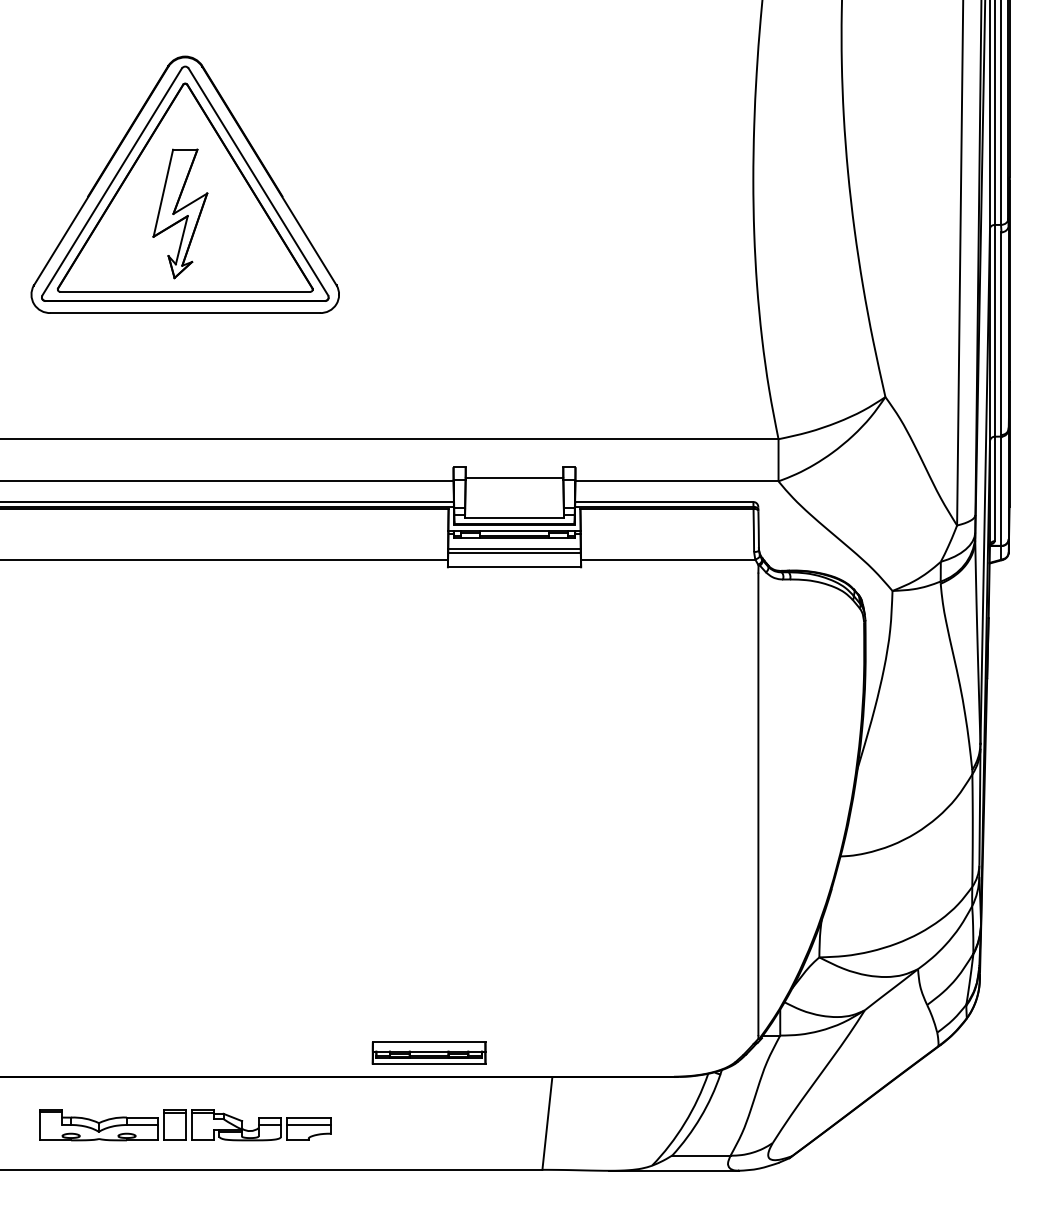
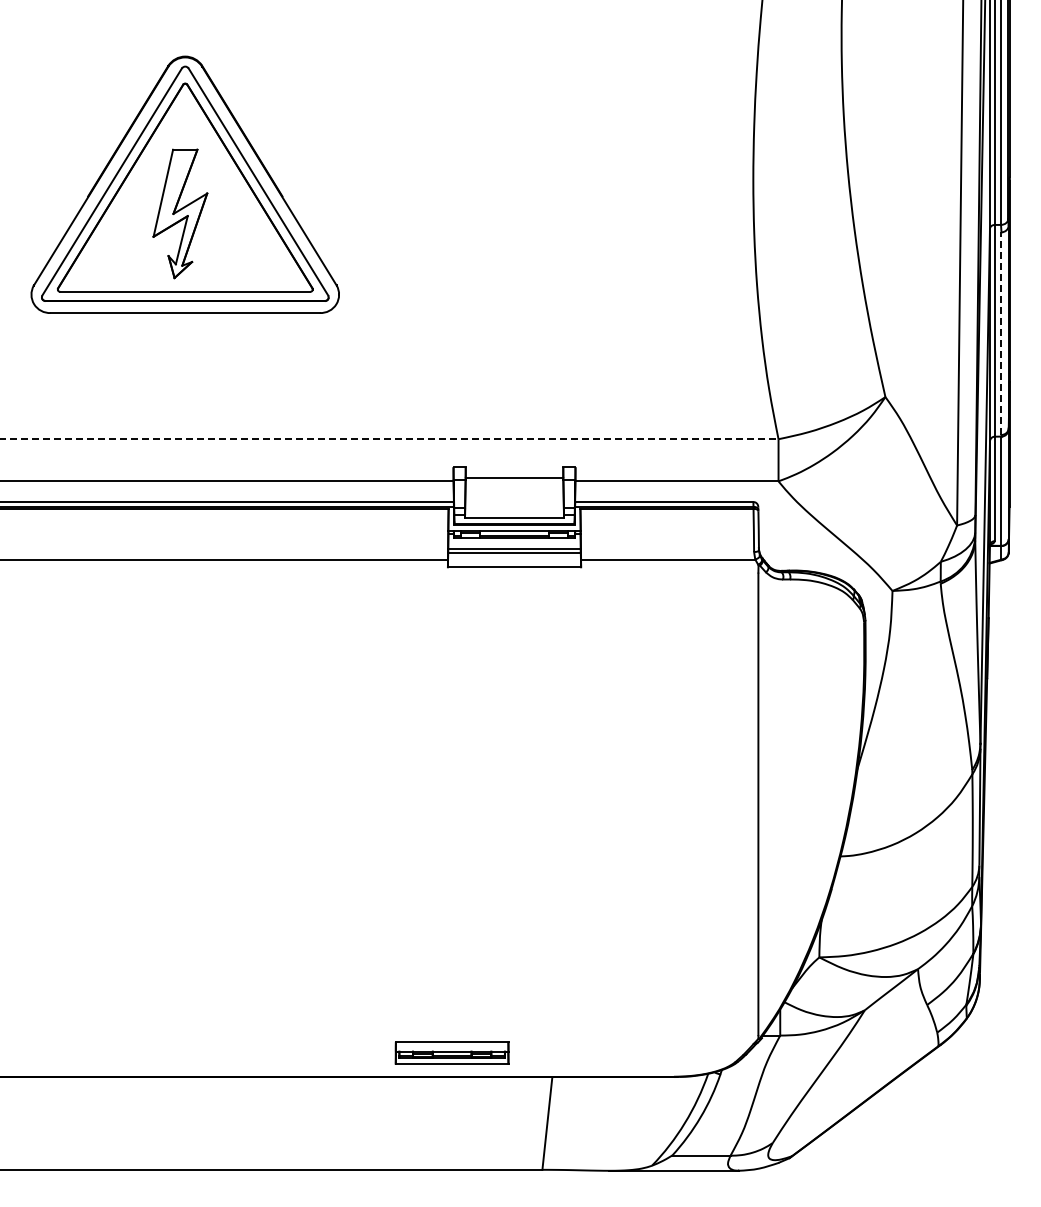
line at (1001, 333): solid -> dashed
line at (389, 439): solid -> dashed
part at (428, 1052) position: (428, 1052) -> (451, 1052)
part at (185, 1125): present -> none
